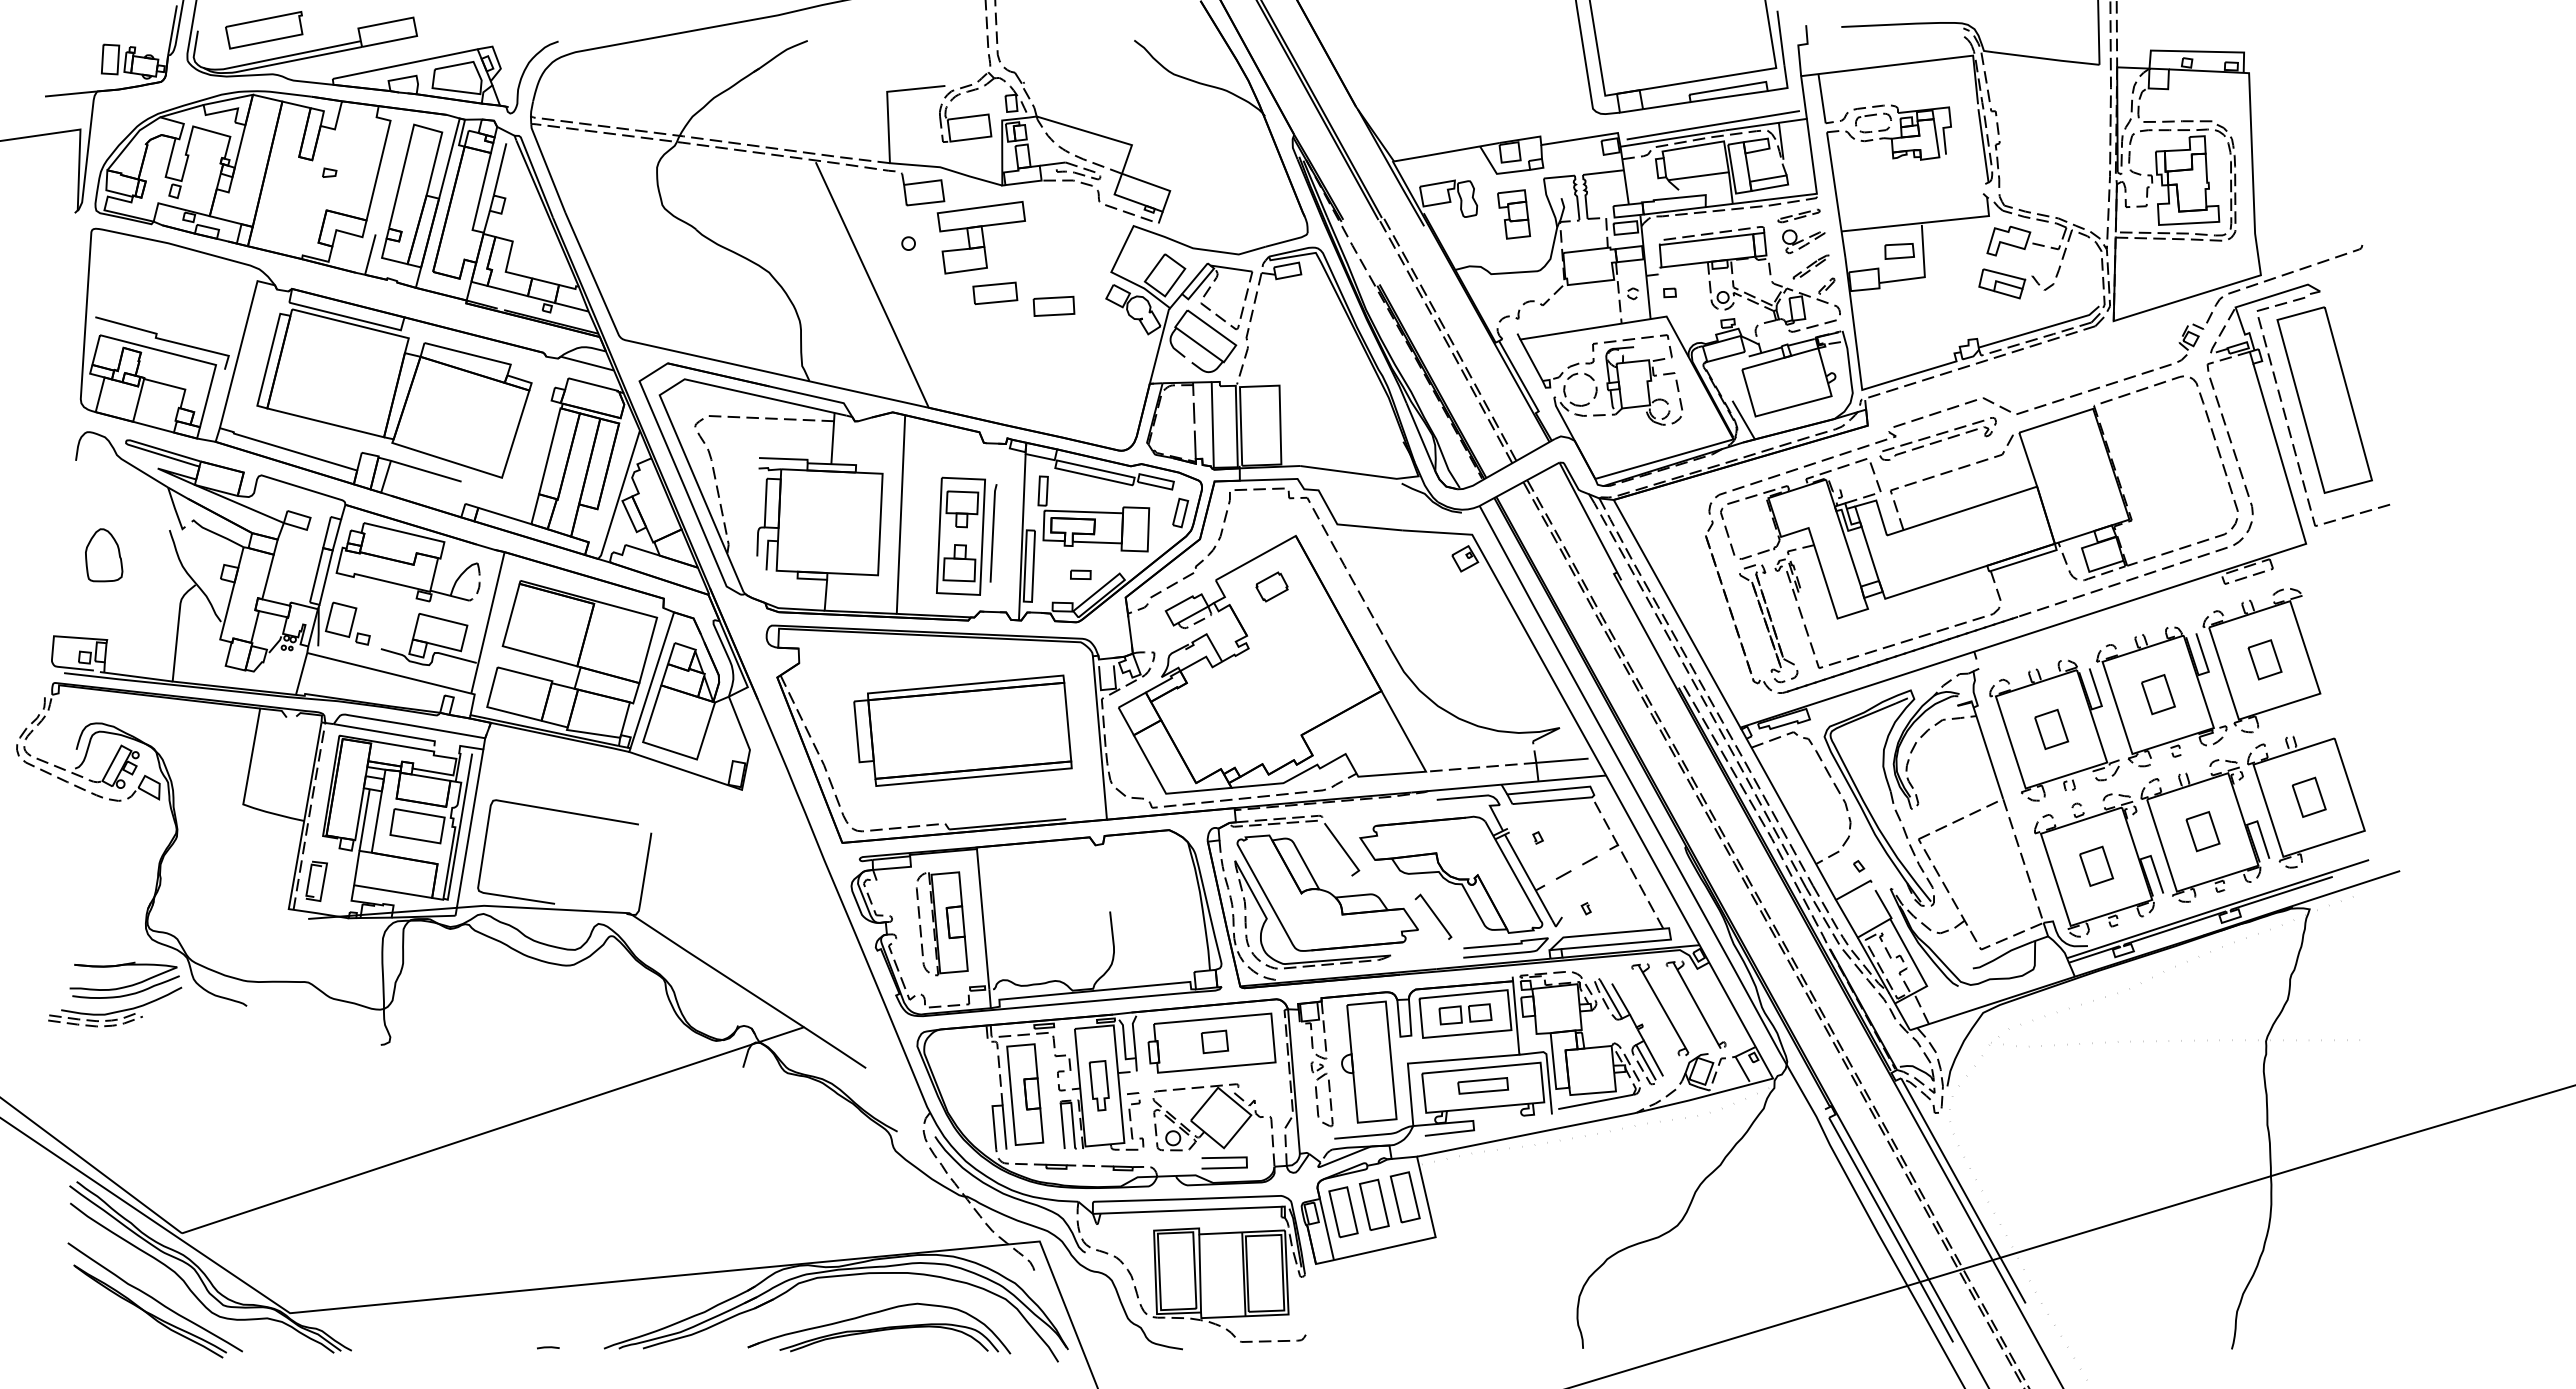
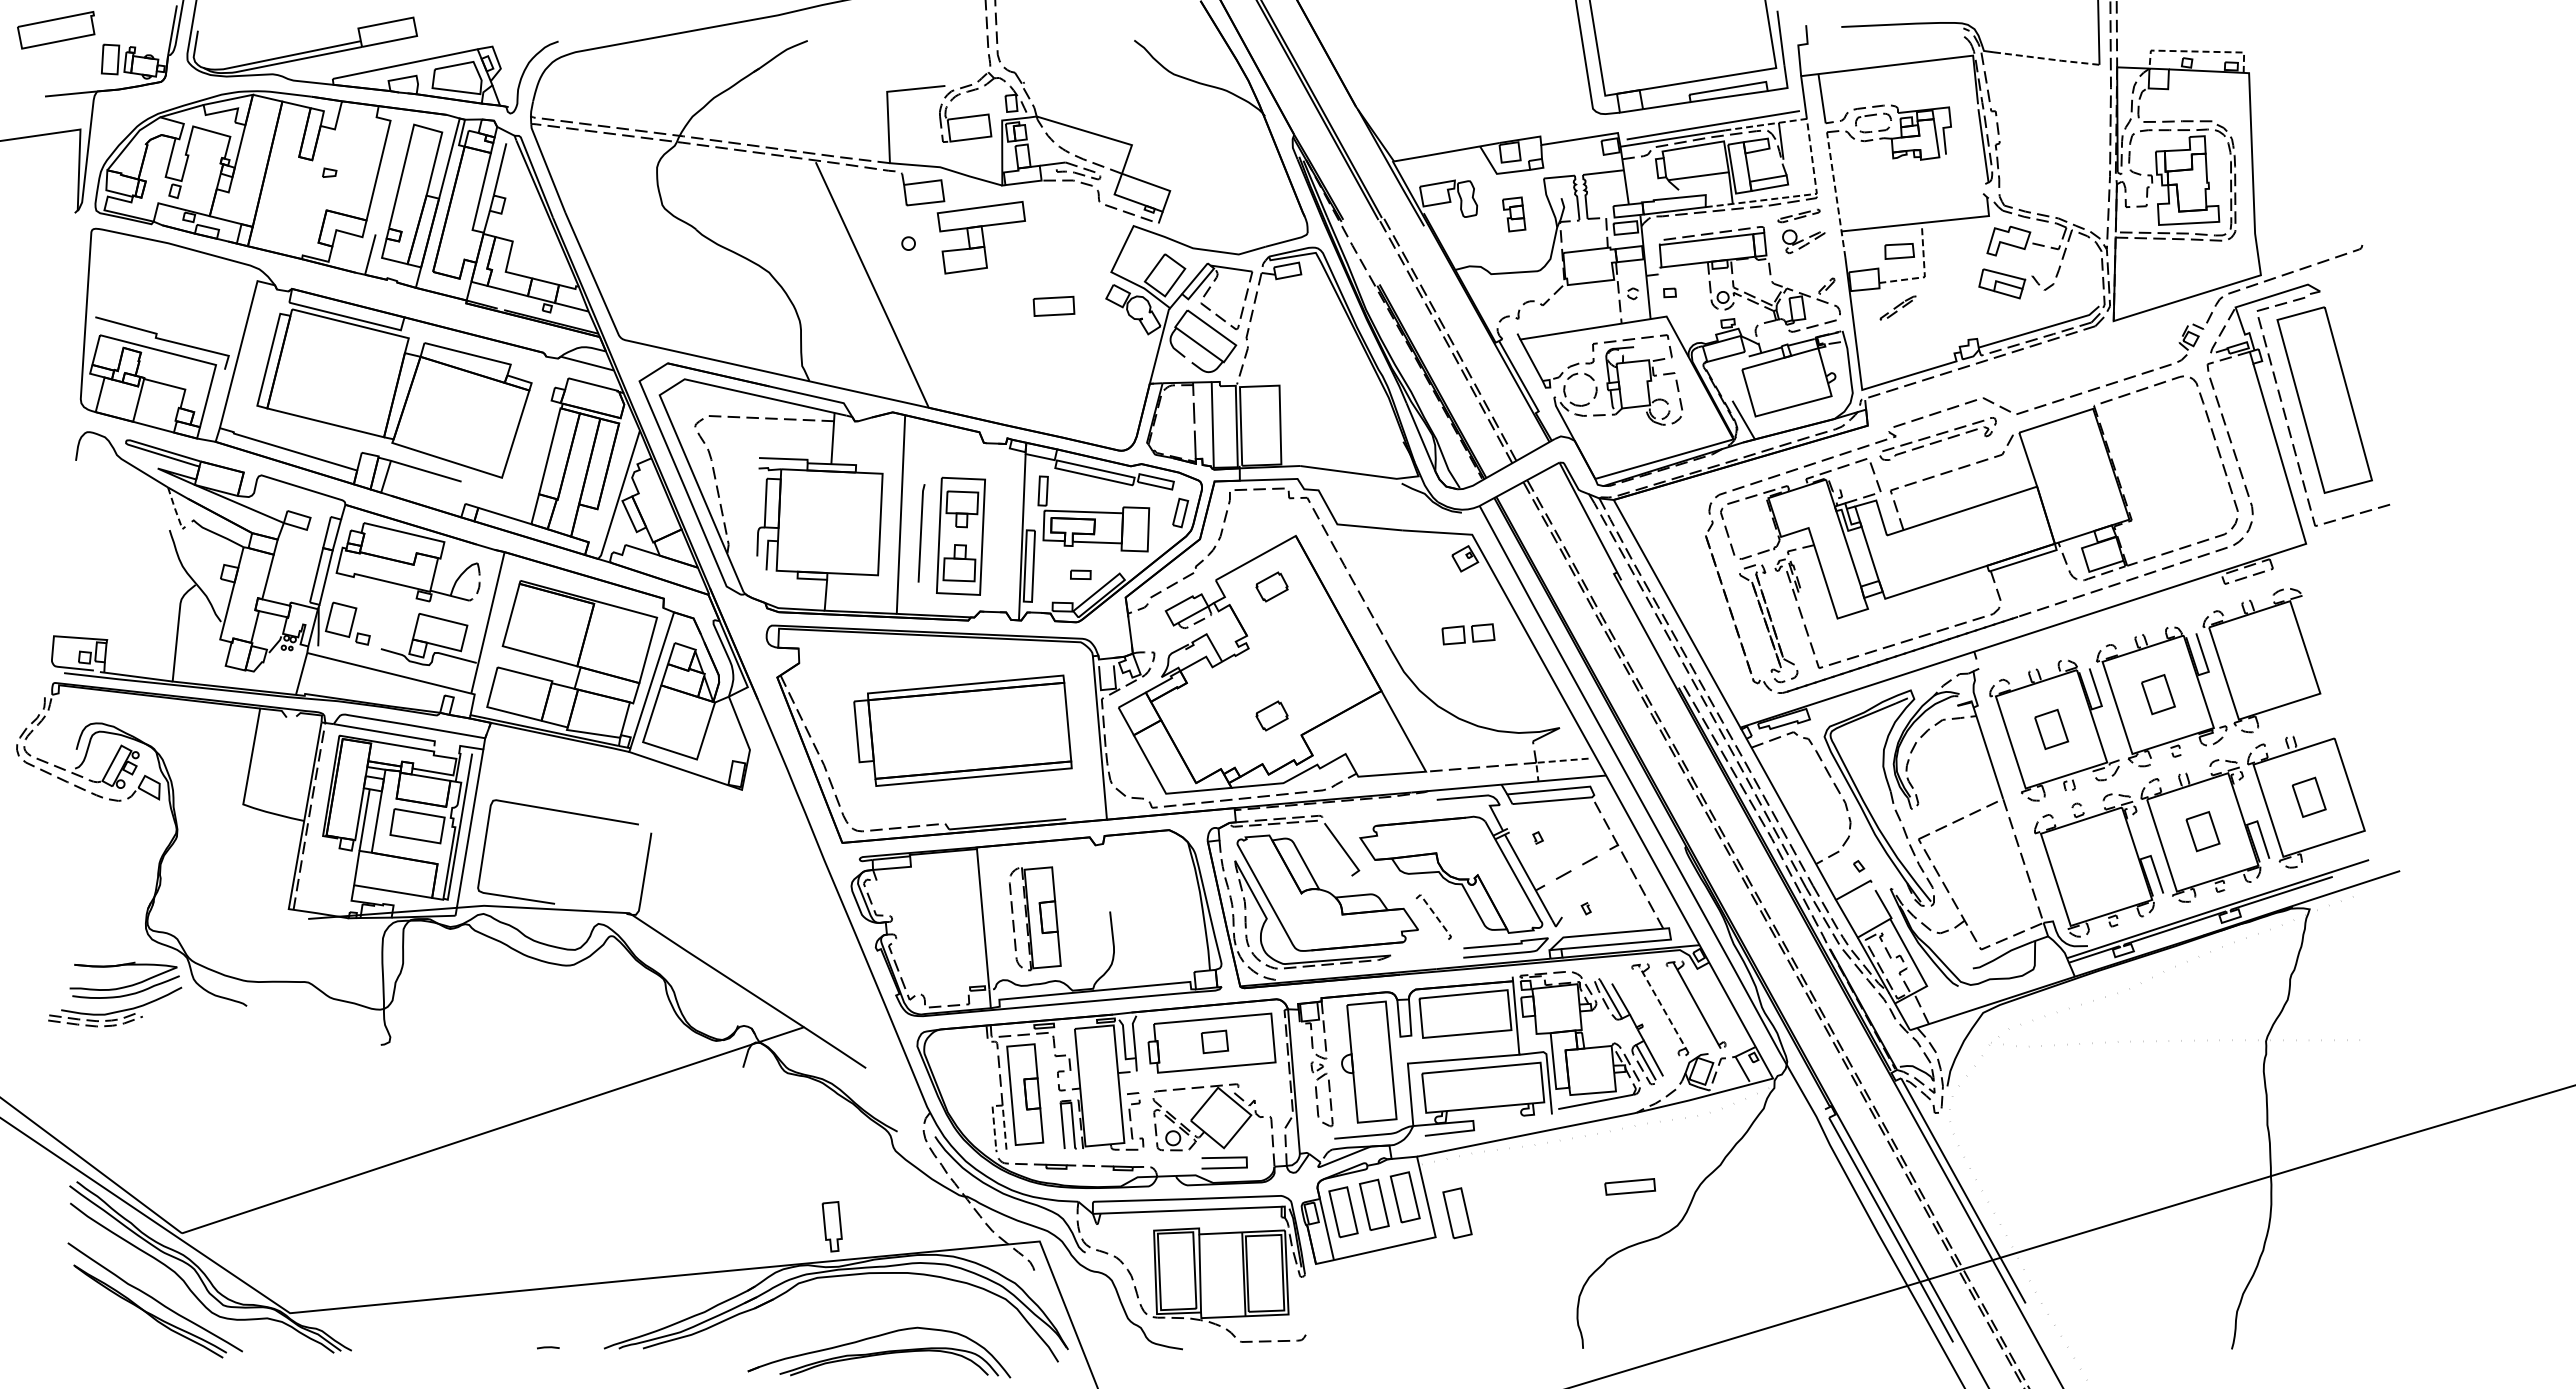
part at (264, 30) position: (264, 30) -> (56, 30)
line at (2198, 51): solid -> dashed
line at (2047, 59): solid -> dashed
line at (1813, 170): solid -> dashed
line at (1836, 195): solid -> dashed
part at (1514, 214) size: 35x51 px -> 25x37 px
part at (1810, 266) position: (1810, 266) -> (1897, 307)
line at (1924, 274): solid -> dashed
part at (995, 293): present -> none
line at (175, 510): solid -> dashed
line at (993, 533) position: (993, 533) -> (921, 533)
part at (104, 555): present -> none
part at (2264, 659): present -> none
part at (1271, 715): none -> present
line at (1552, 761): solid -> dashed
part at (2096, 865): present -> none
part at (316, 880): present -> none
line at (1434, 914): solid -> dashed
part at (941, 923) position: (941, 923) -> (1034, 918)
line at (1663, 1009): solid -> dashed
part at (1465, 1014) position: (1465, 1014) -> (1468, 634)
part at (1098, 1085) position: (1098, 1085) -> (831, 1226)
part at (1482, 1085) position: (1482, 1085) -> (1629, 1186)
line at (998, 1105): solid -> dashed
part at (1457, 1213): none -> present
part at (879, 1328) position: (879, 1328) -> (879, 1352)
